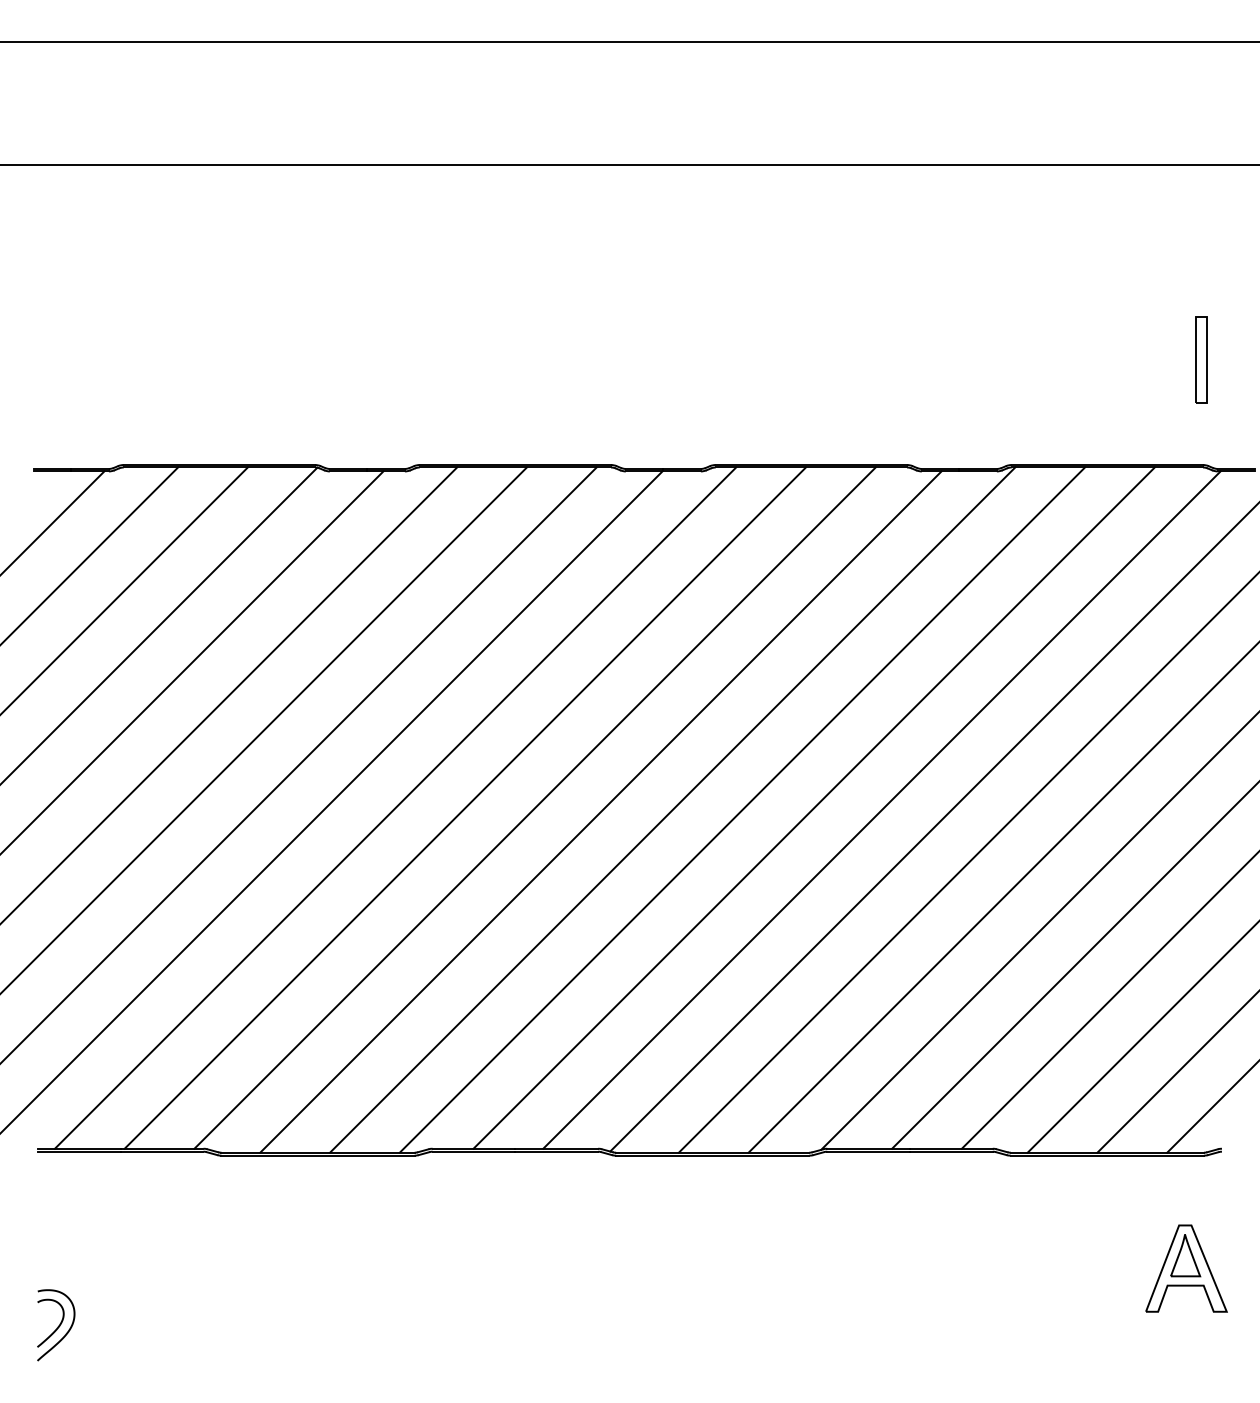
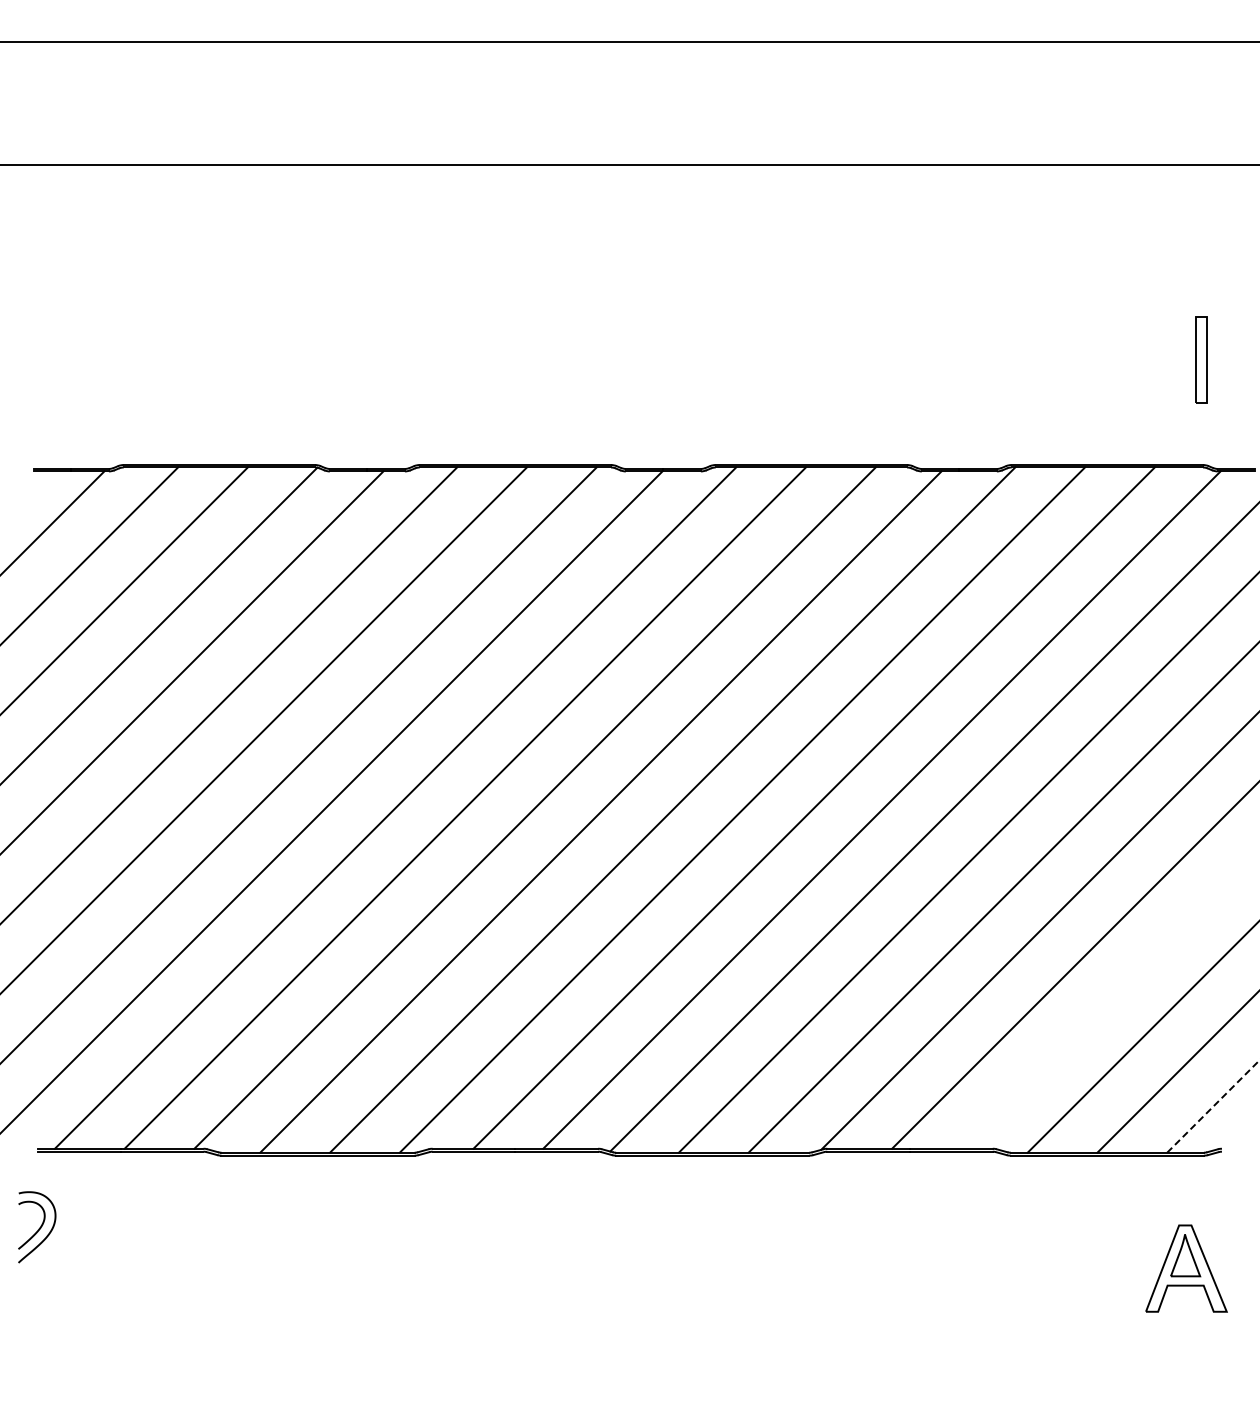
line at (1108, 1000): present -> none
line at (1213, 1106): solid -> dashed
part at (56, 1325) position: (56, 1325) -> (37, 1227)
